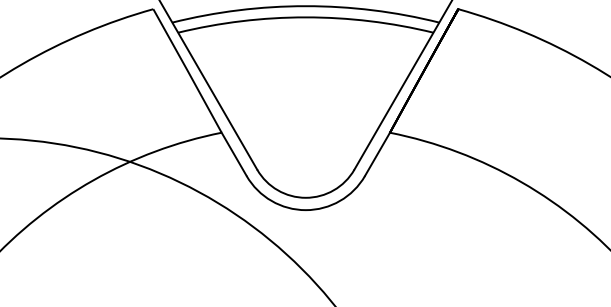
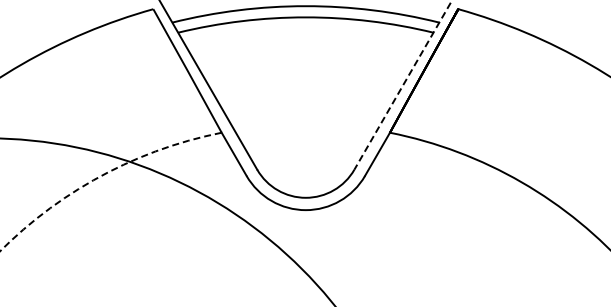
line at (403, 84): solid -> dashed
arc at (101, 175): solid -> dashed
